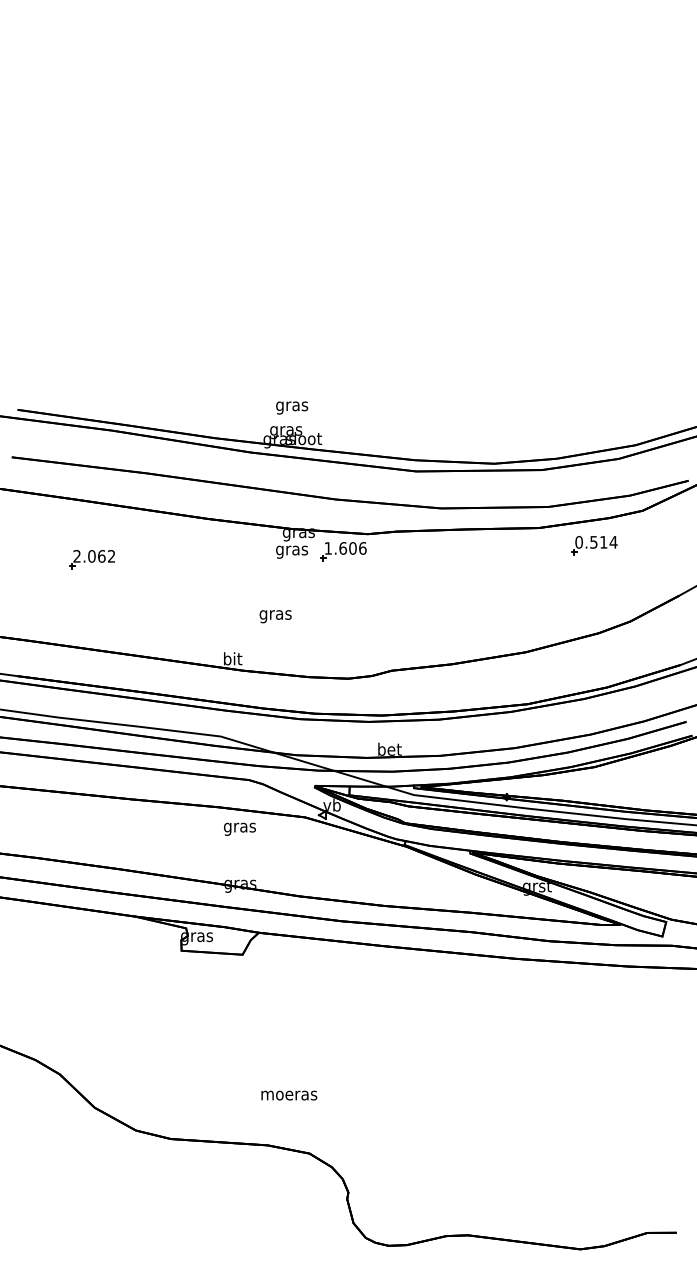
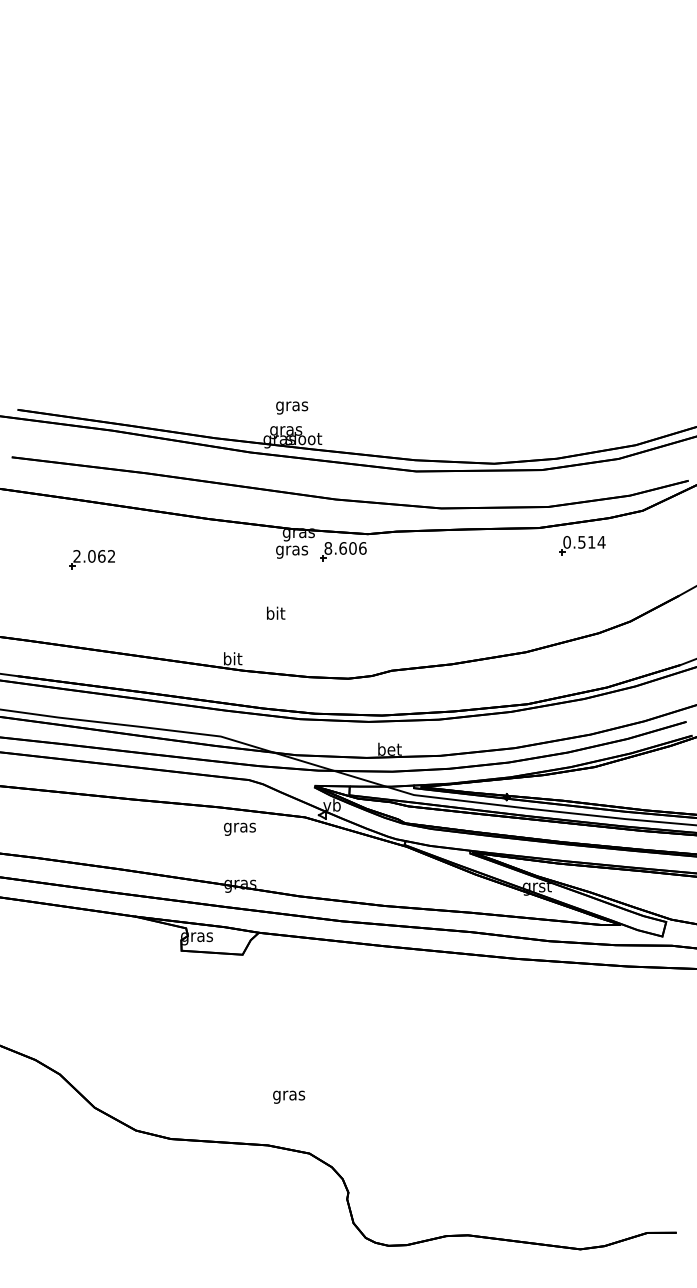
part at (594, 545) position: (594, 545) -> (582, 545)
text at (328, 548): 1.606 -> 8.606
text at (275, 614): gras -> bit
text at (289, 1096): moeras -> gras
